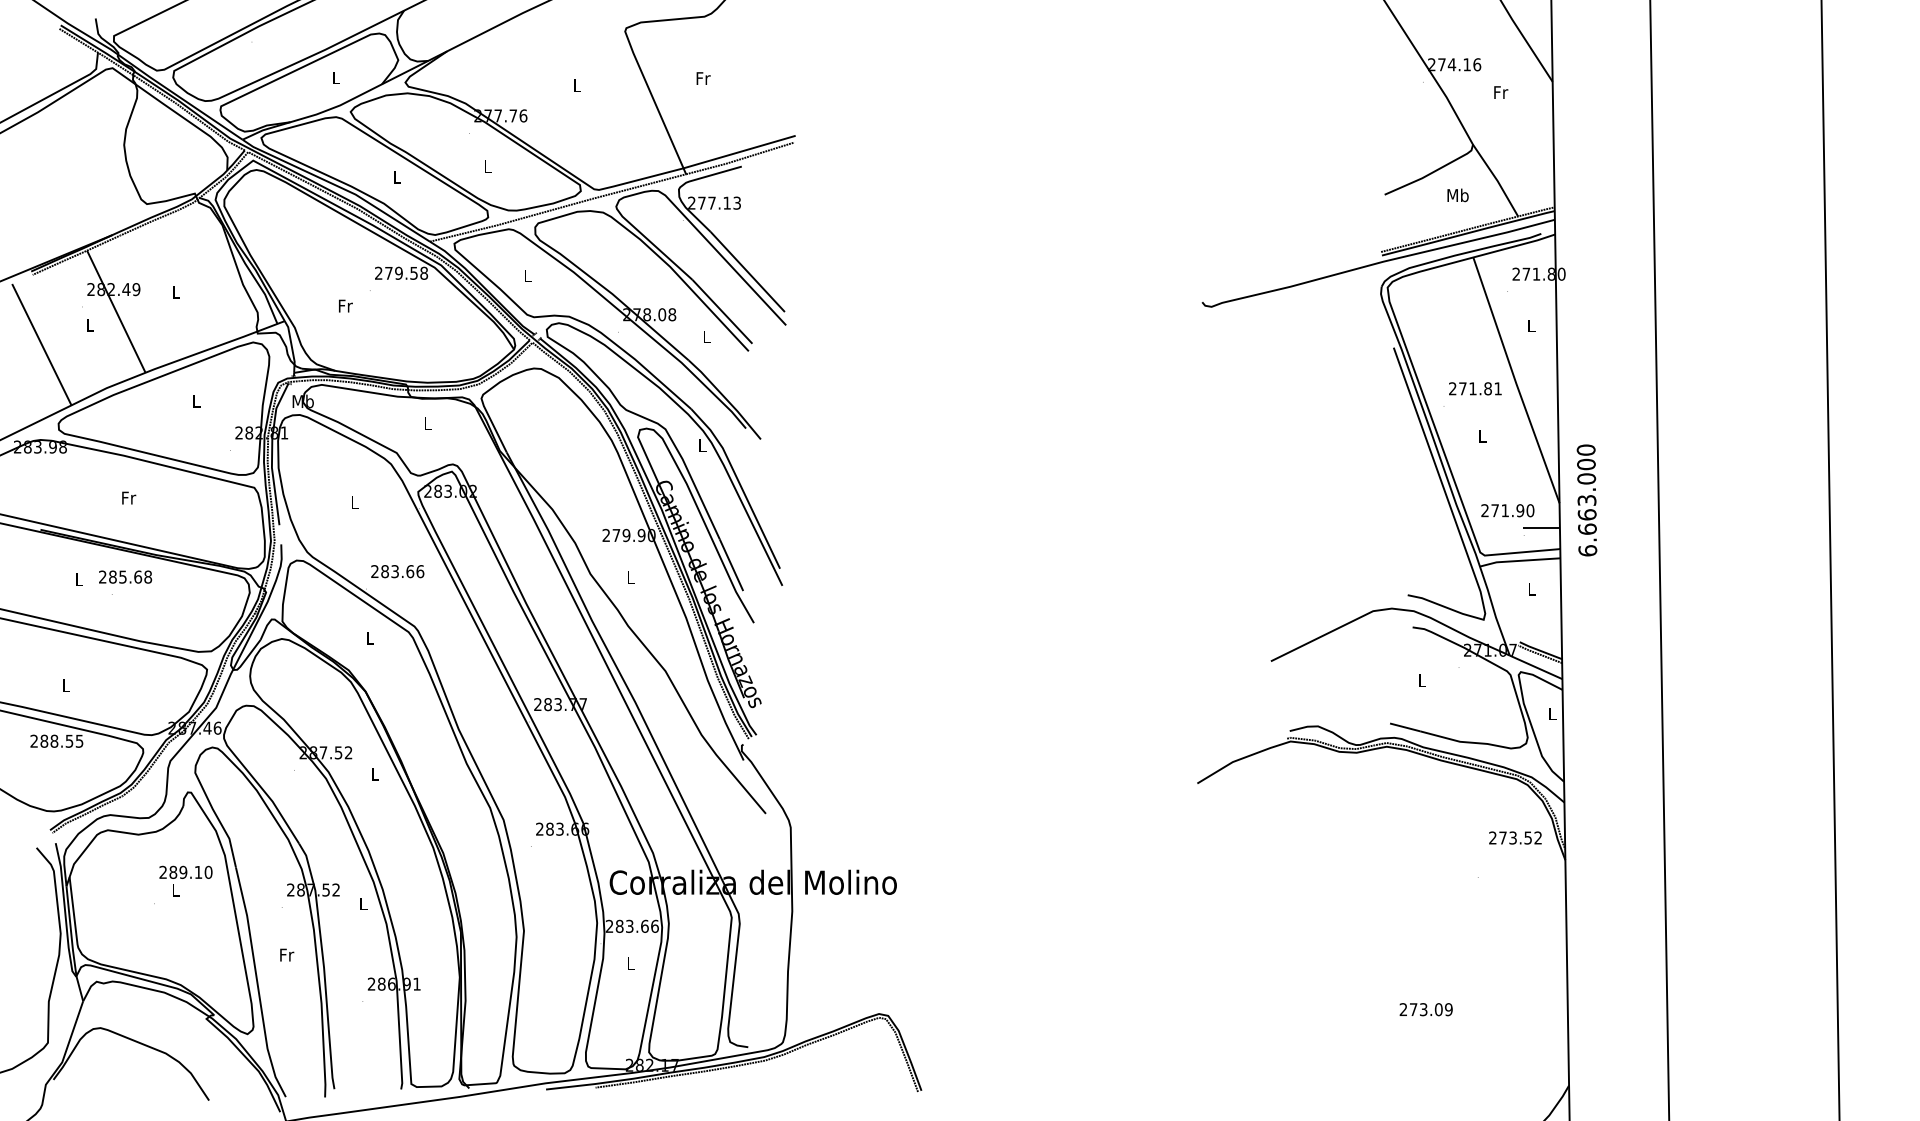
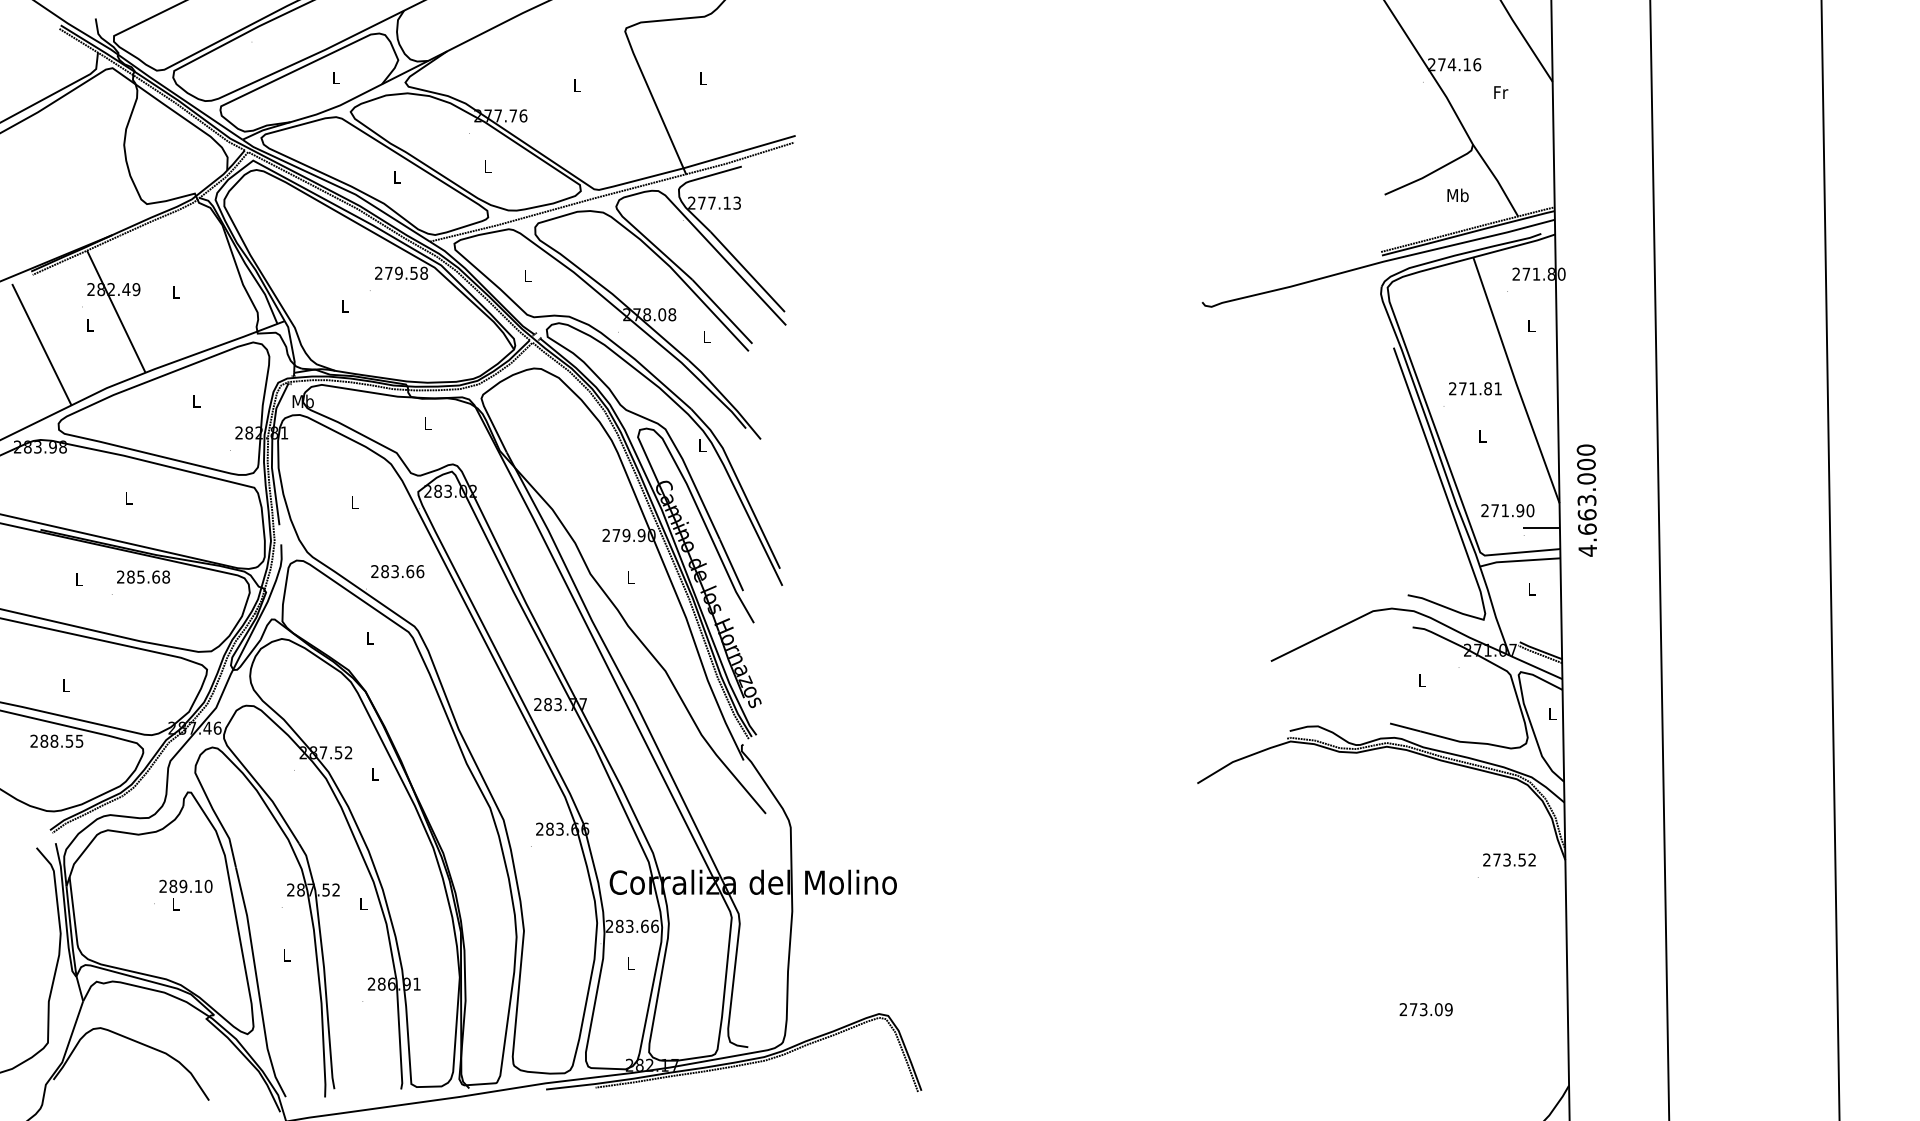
text at (703, 78): Fr -> L
text at (345, 305): Fr -> L
text at (129, 497): Fr -> L
text at (1587, 550): 6.663.000 -> 4.663.000
text at (125, 576) position: (125, 576) -> (143, 576)
text at (1515, 837) position: (1515, 837) -> (1509, 859)
text at (185, 880) position: (185, 880) -> (185, 894)
text at (287, 954): Fr -> L
